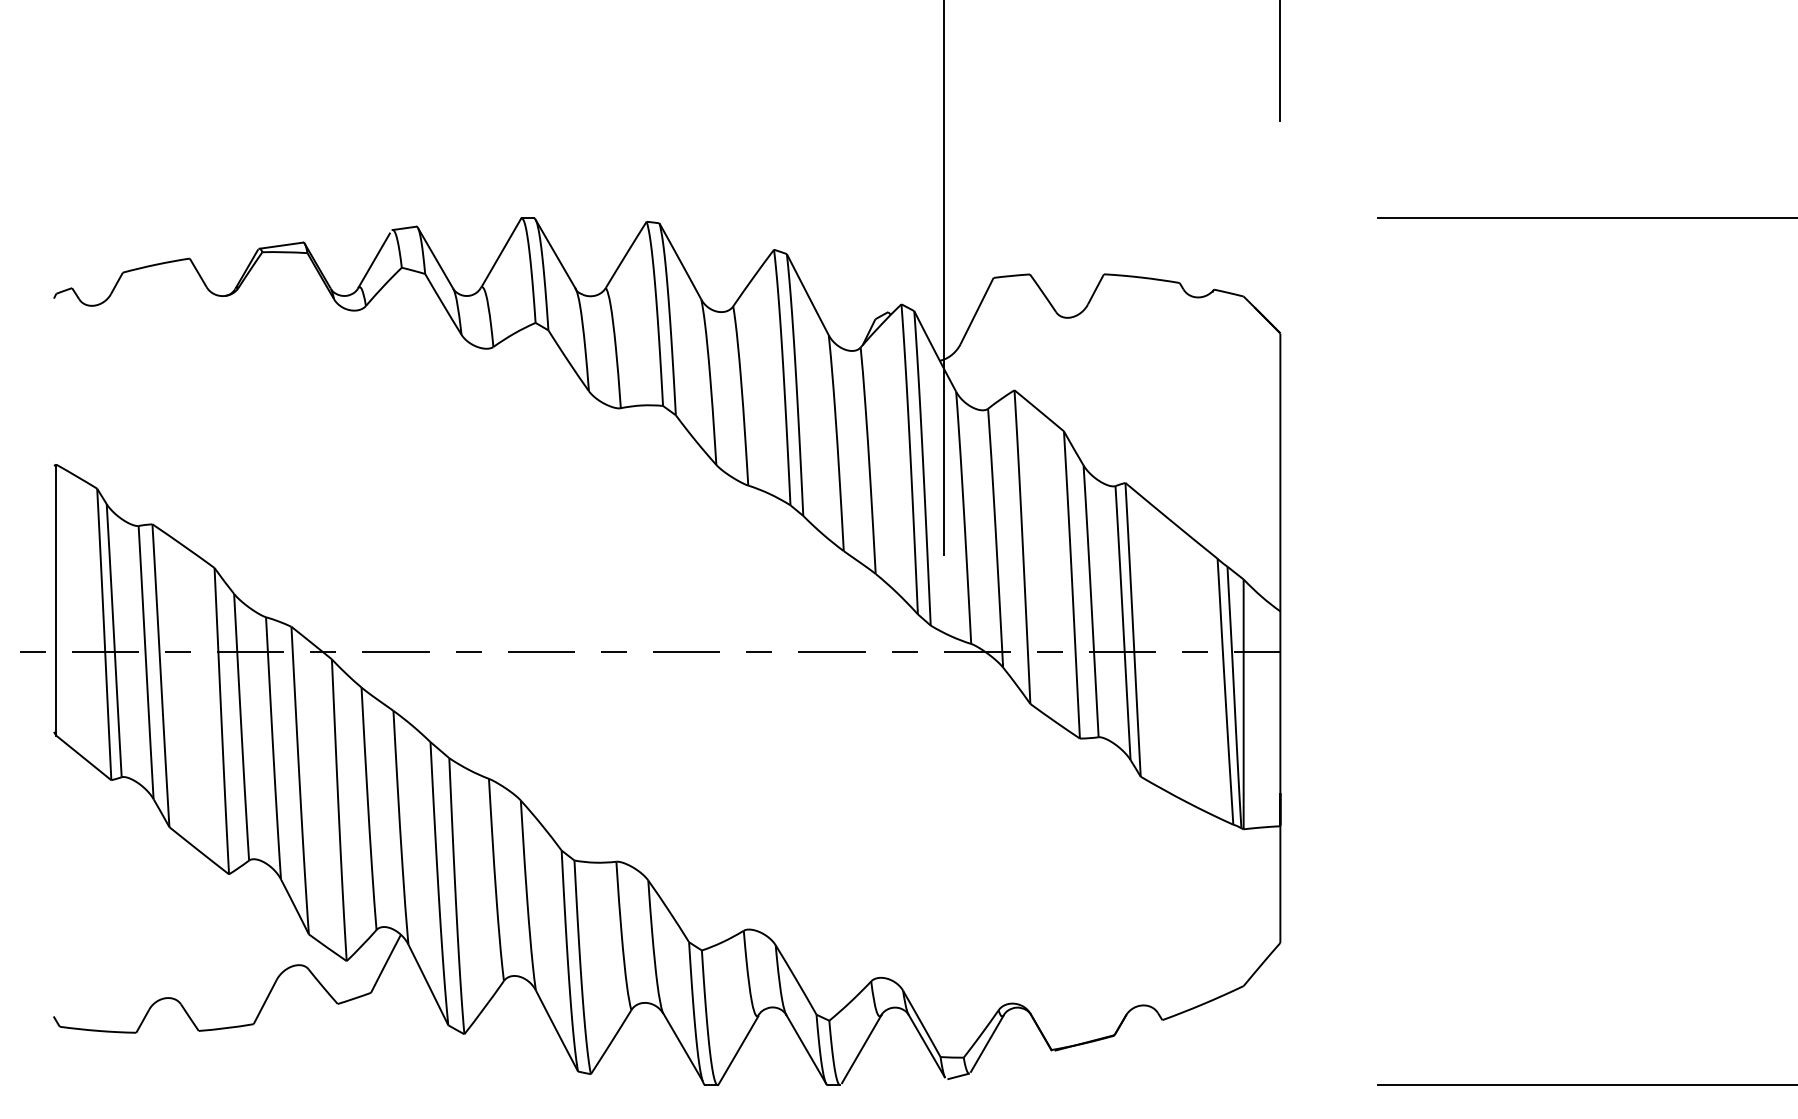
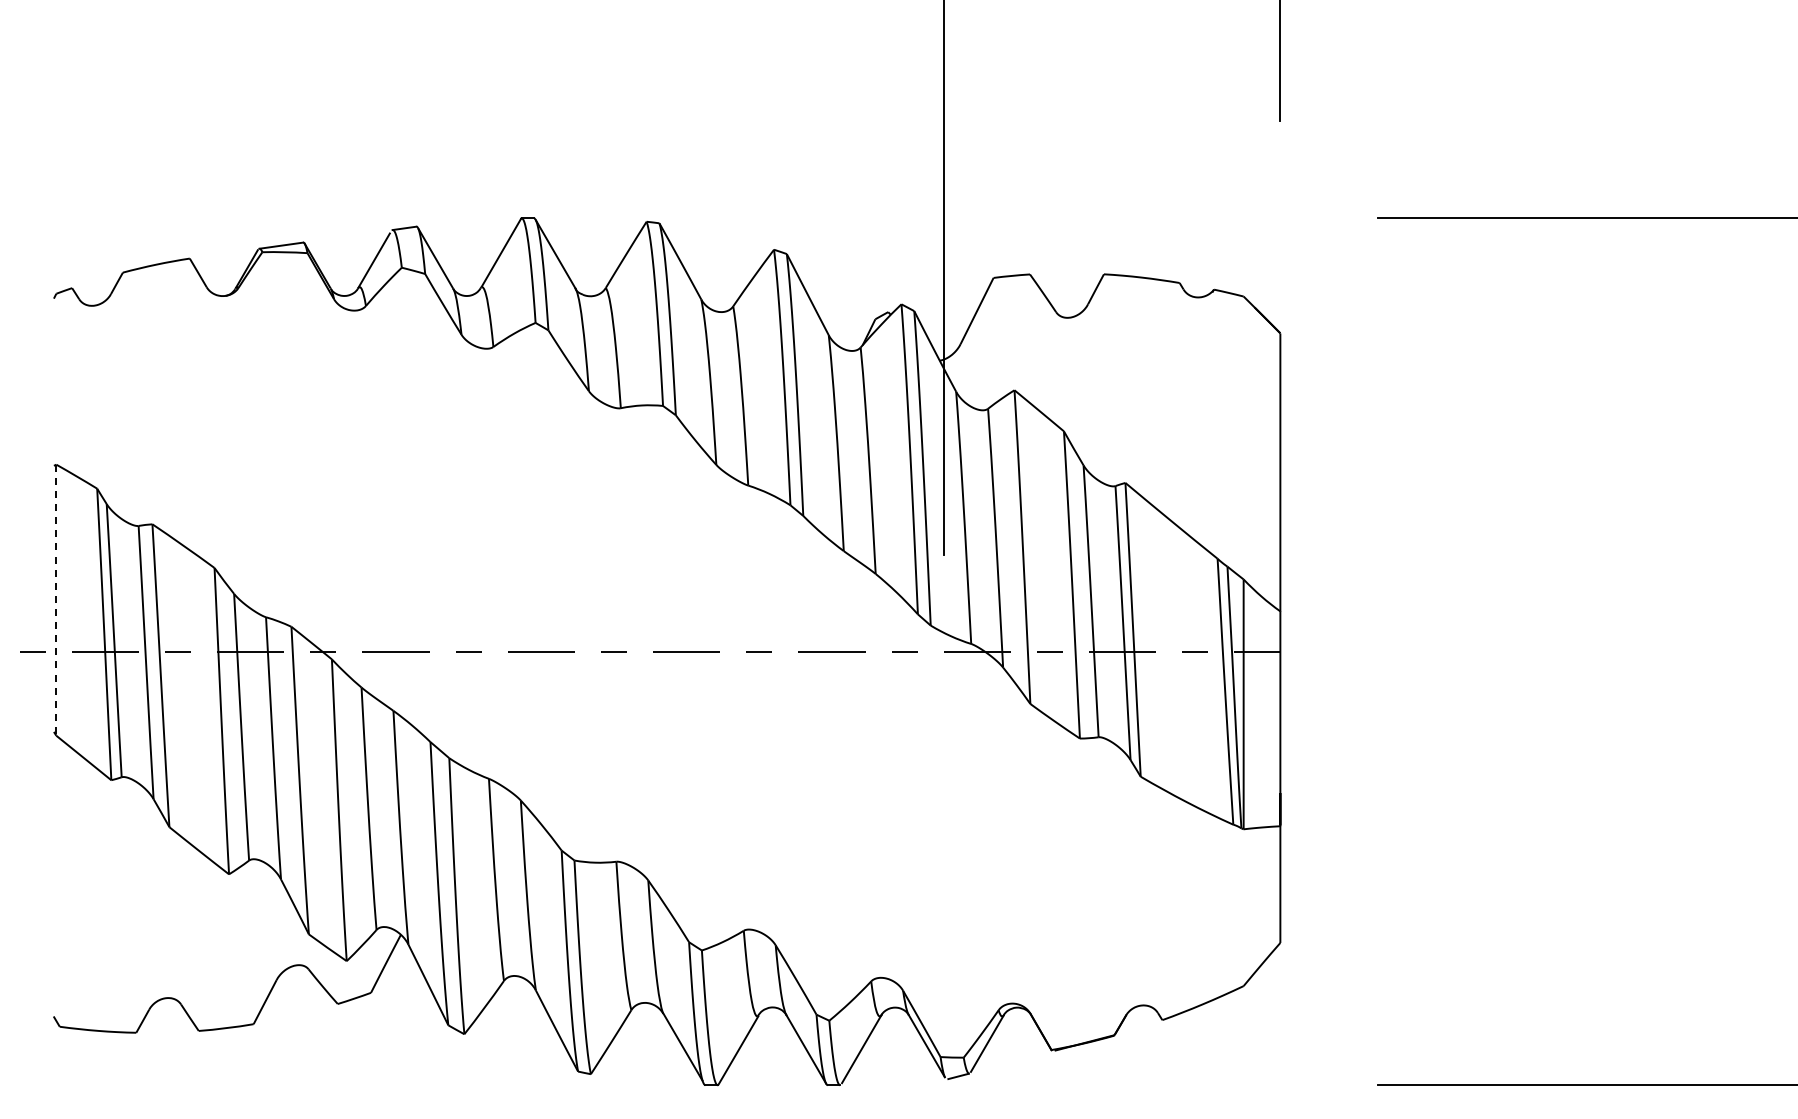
line at (56, 600): solid -> dashed
